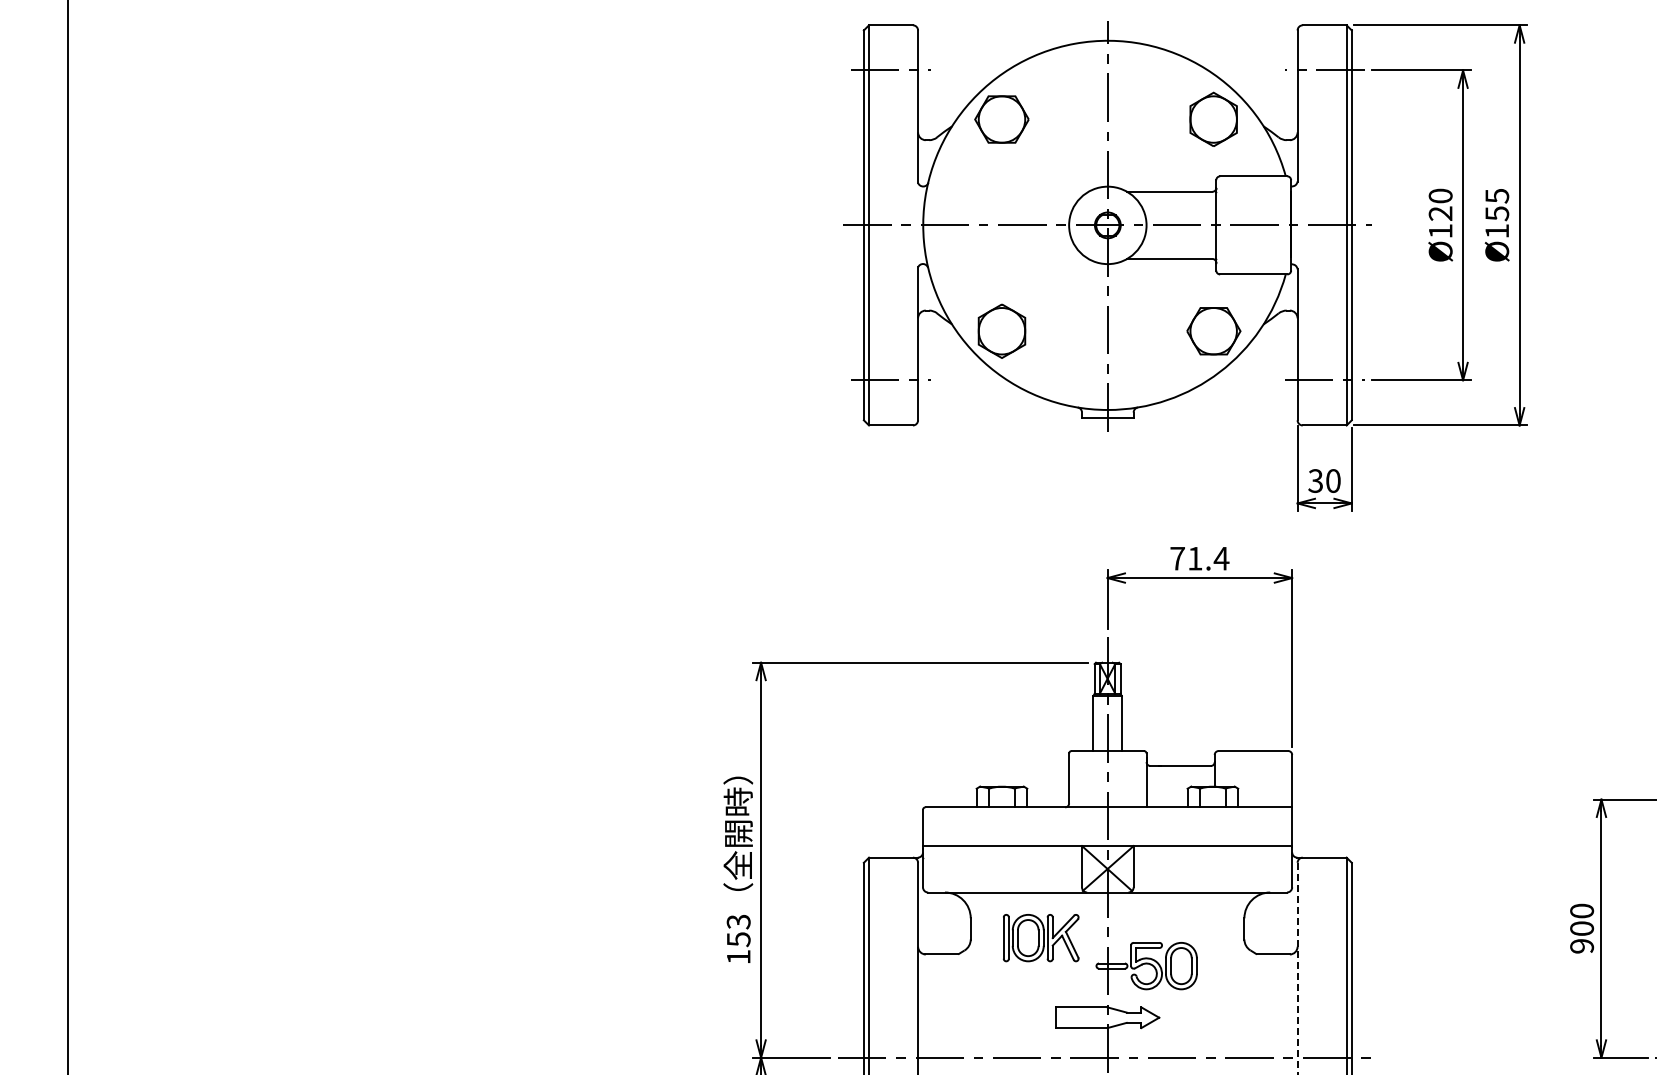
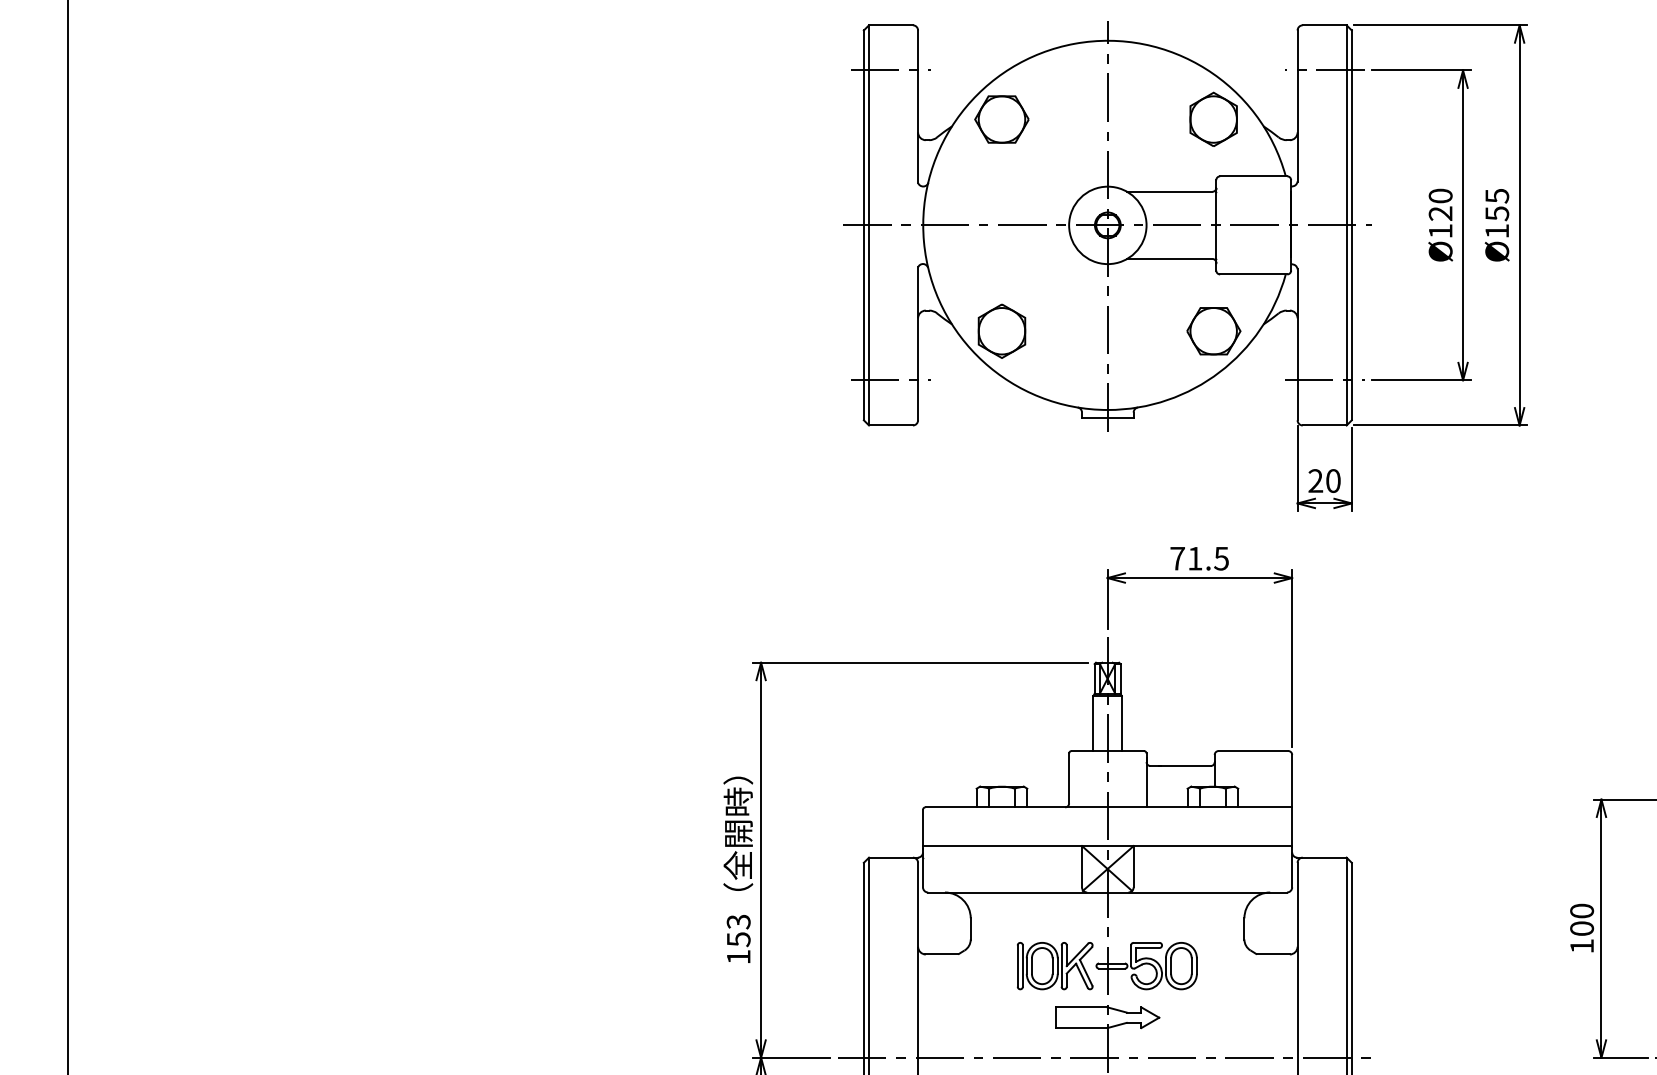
text at (1315, 480): 30 -> 20
text at (1221, 558): 71.4 -> 71.5
part at (1041, 938) position: (1041, 938) -> (1055, 966)
text at (1582, 946): 900 -> 100
line at (1297, 968): dashed -> solid
